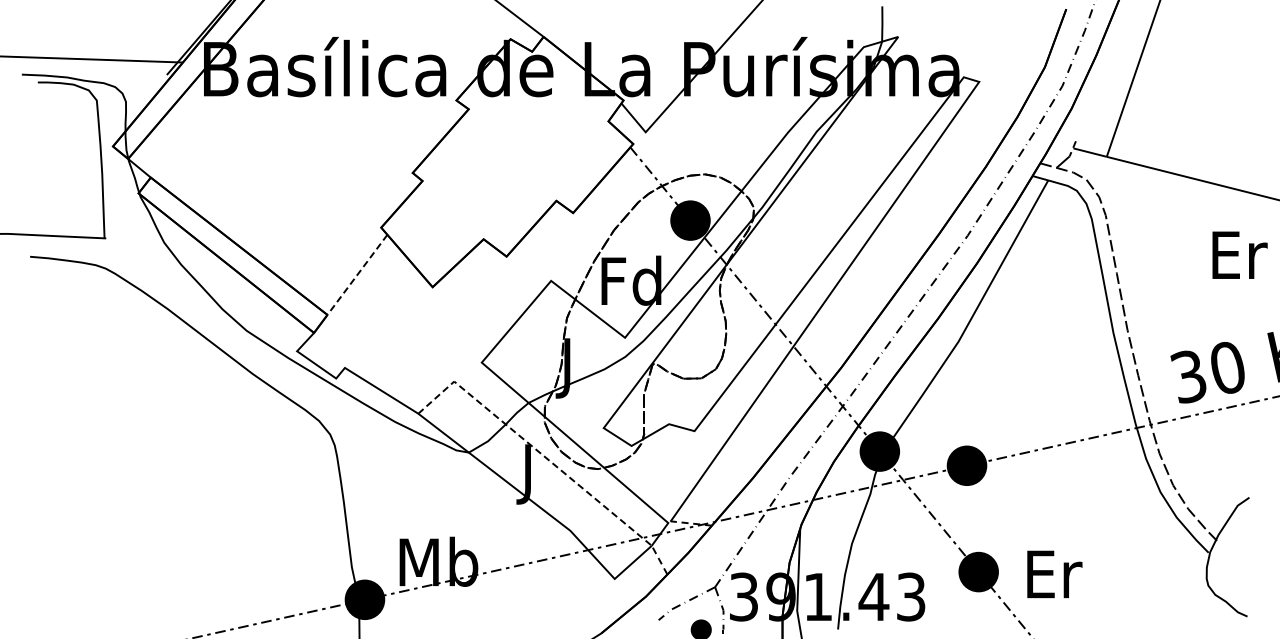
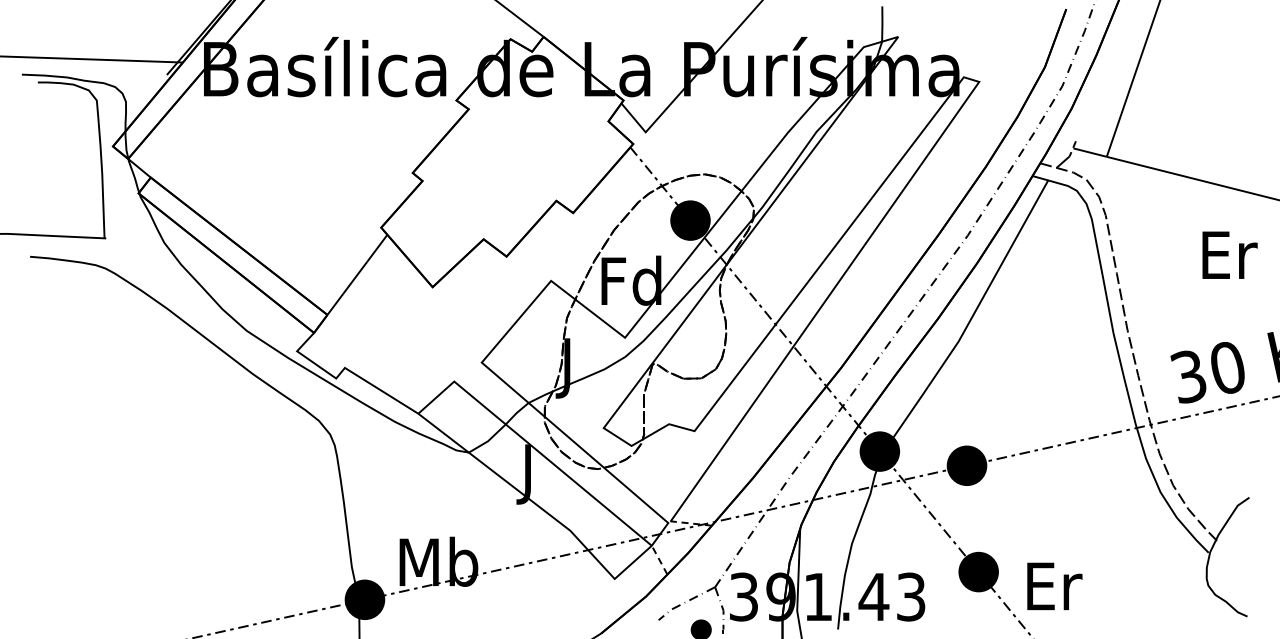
text at (1239, 254) position: (1239, 254) -> (1229, 254)
line at (357, 275): dashed -> solid
line at (534, 448): dashed -> solid
text at (1054, 574) position: (1054, 574) -> (1054, 586)
